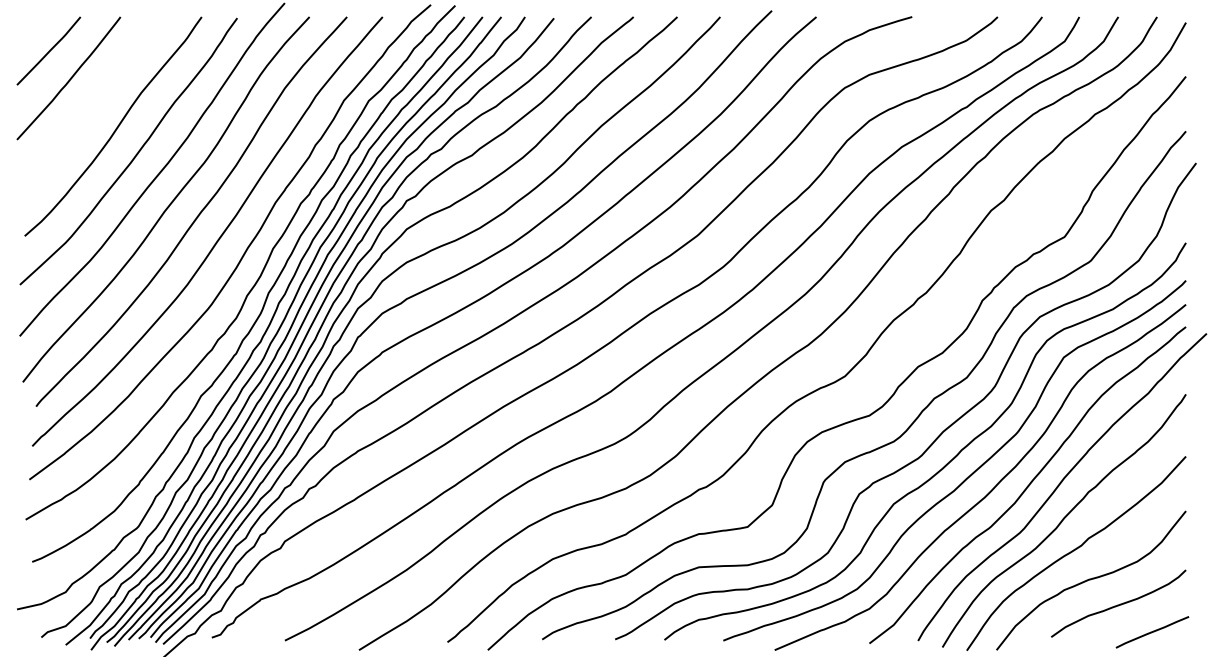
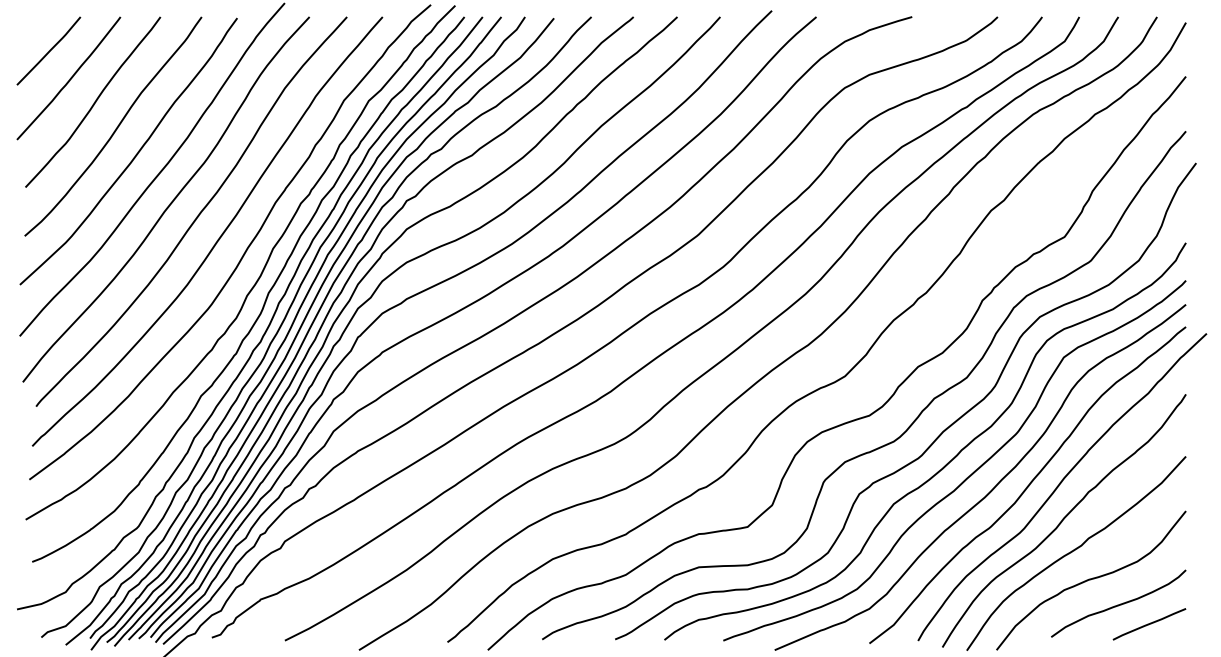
curve at (94, 101): none -> present
line at (1152, 632) position: (1152, 632) -> (1149, 624)
